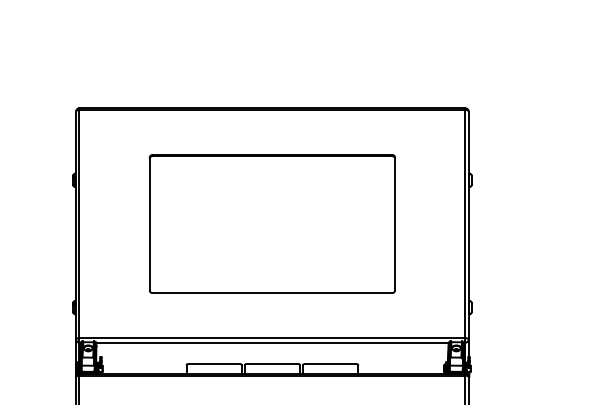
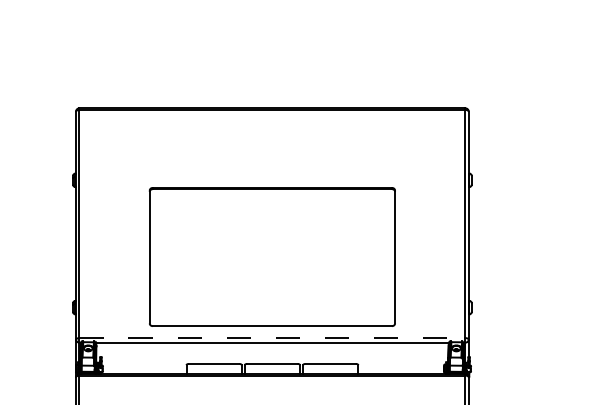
part at (271, 223) position: (271, 223) -> (271, 256)
line at (272, 338): solid -> dashed
